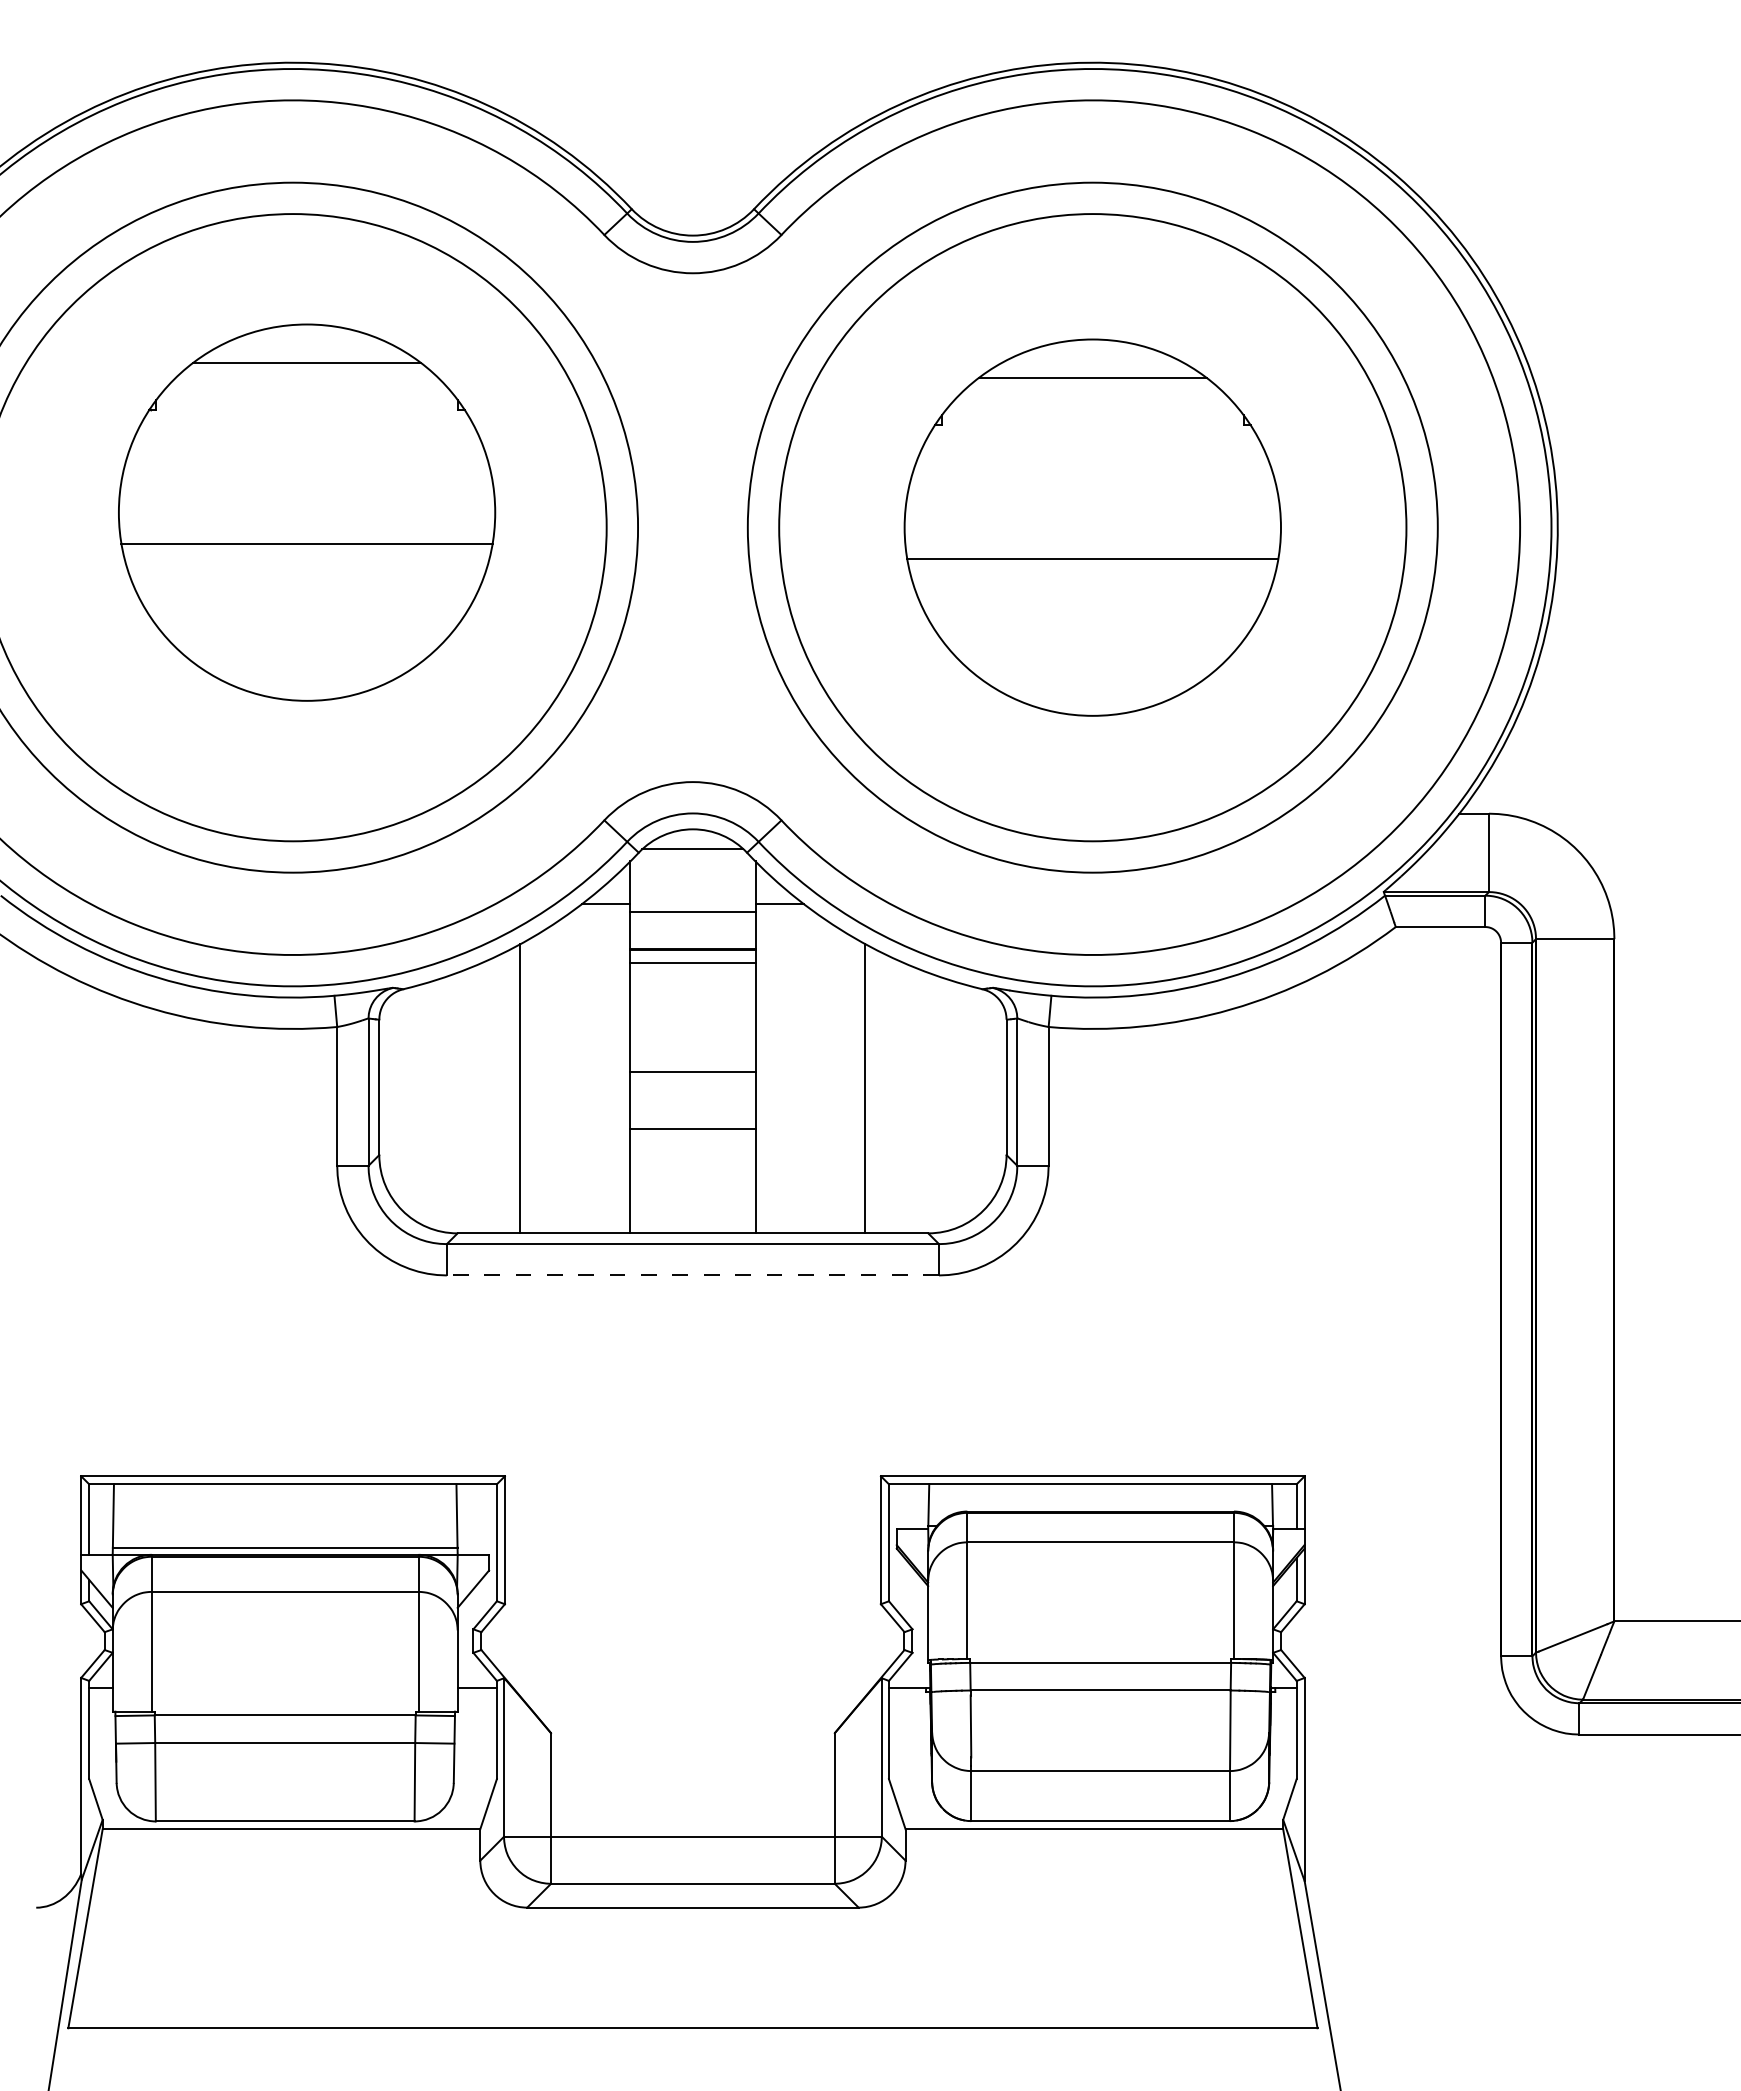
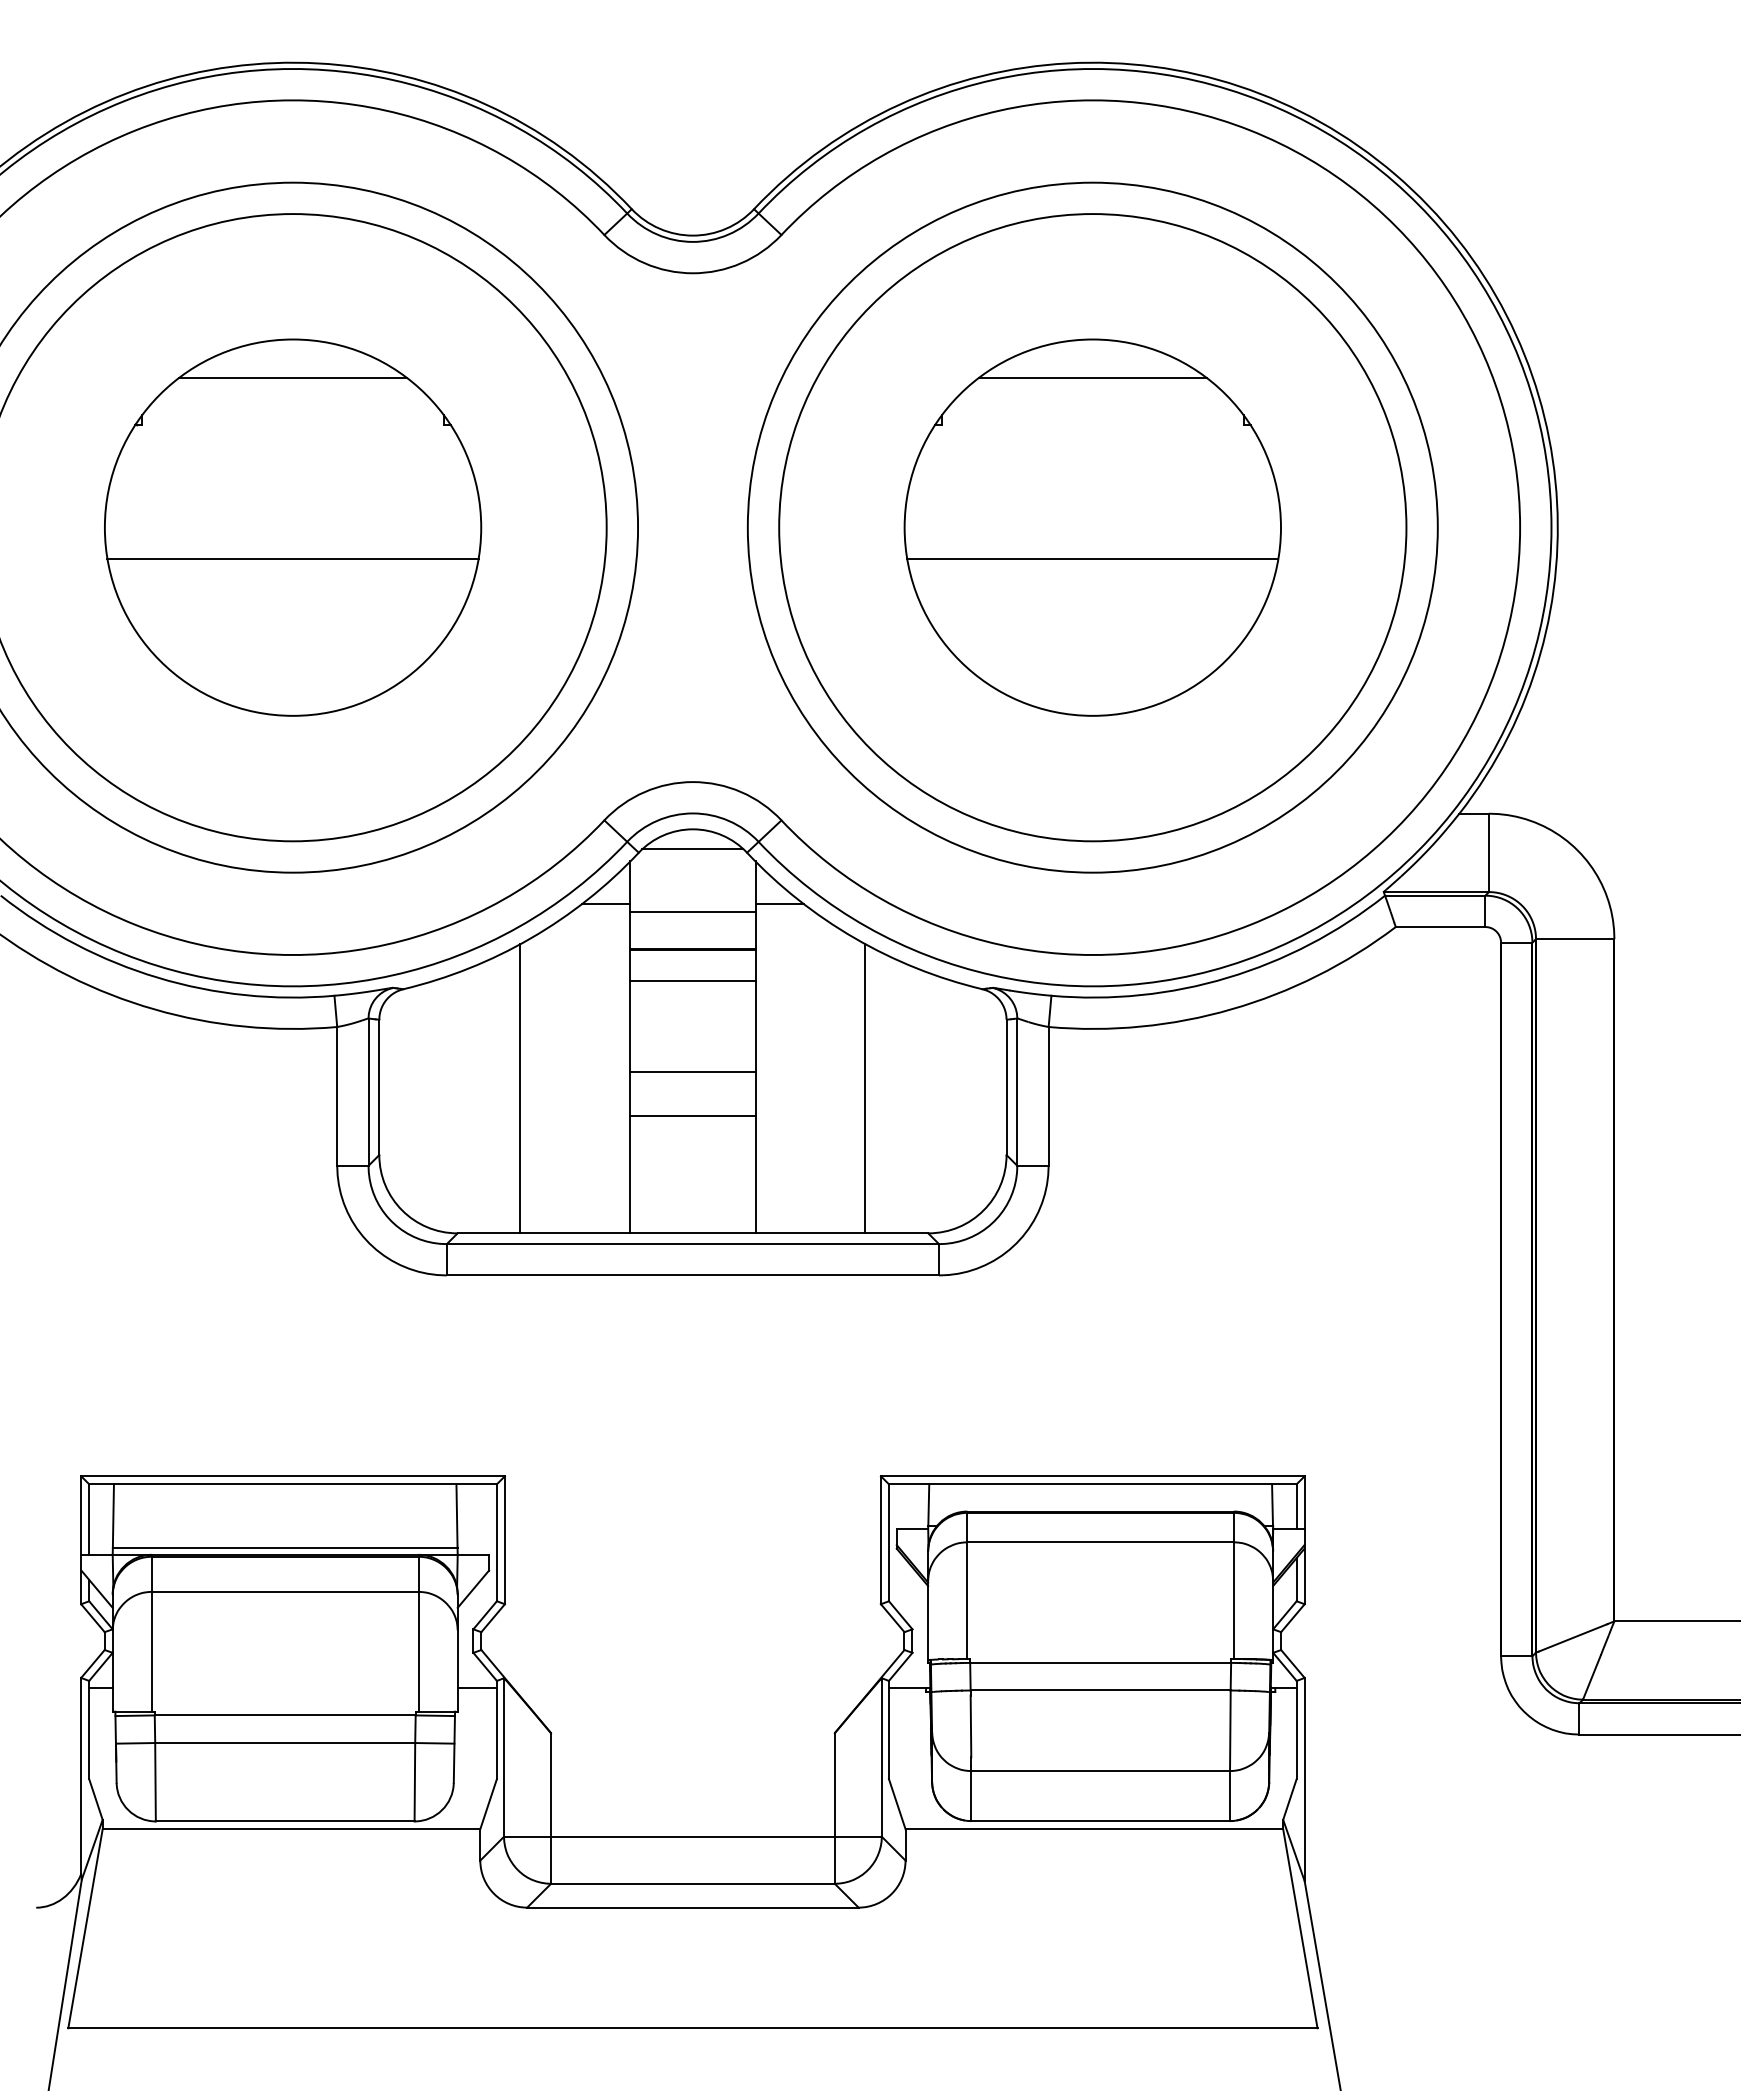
part at (307, 512) position: (307, 512) -> (293, 527)
line at (692, 962) position: (692, 962) -> (692, 980)
line at (692, 1129) position: (692, 1129) -> (692, 1116)
line at (692, 1275): dashed -> solid
